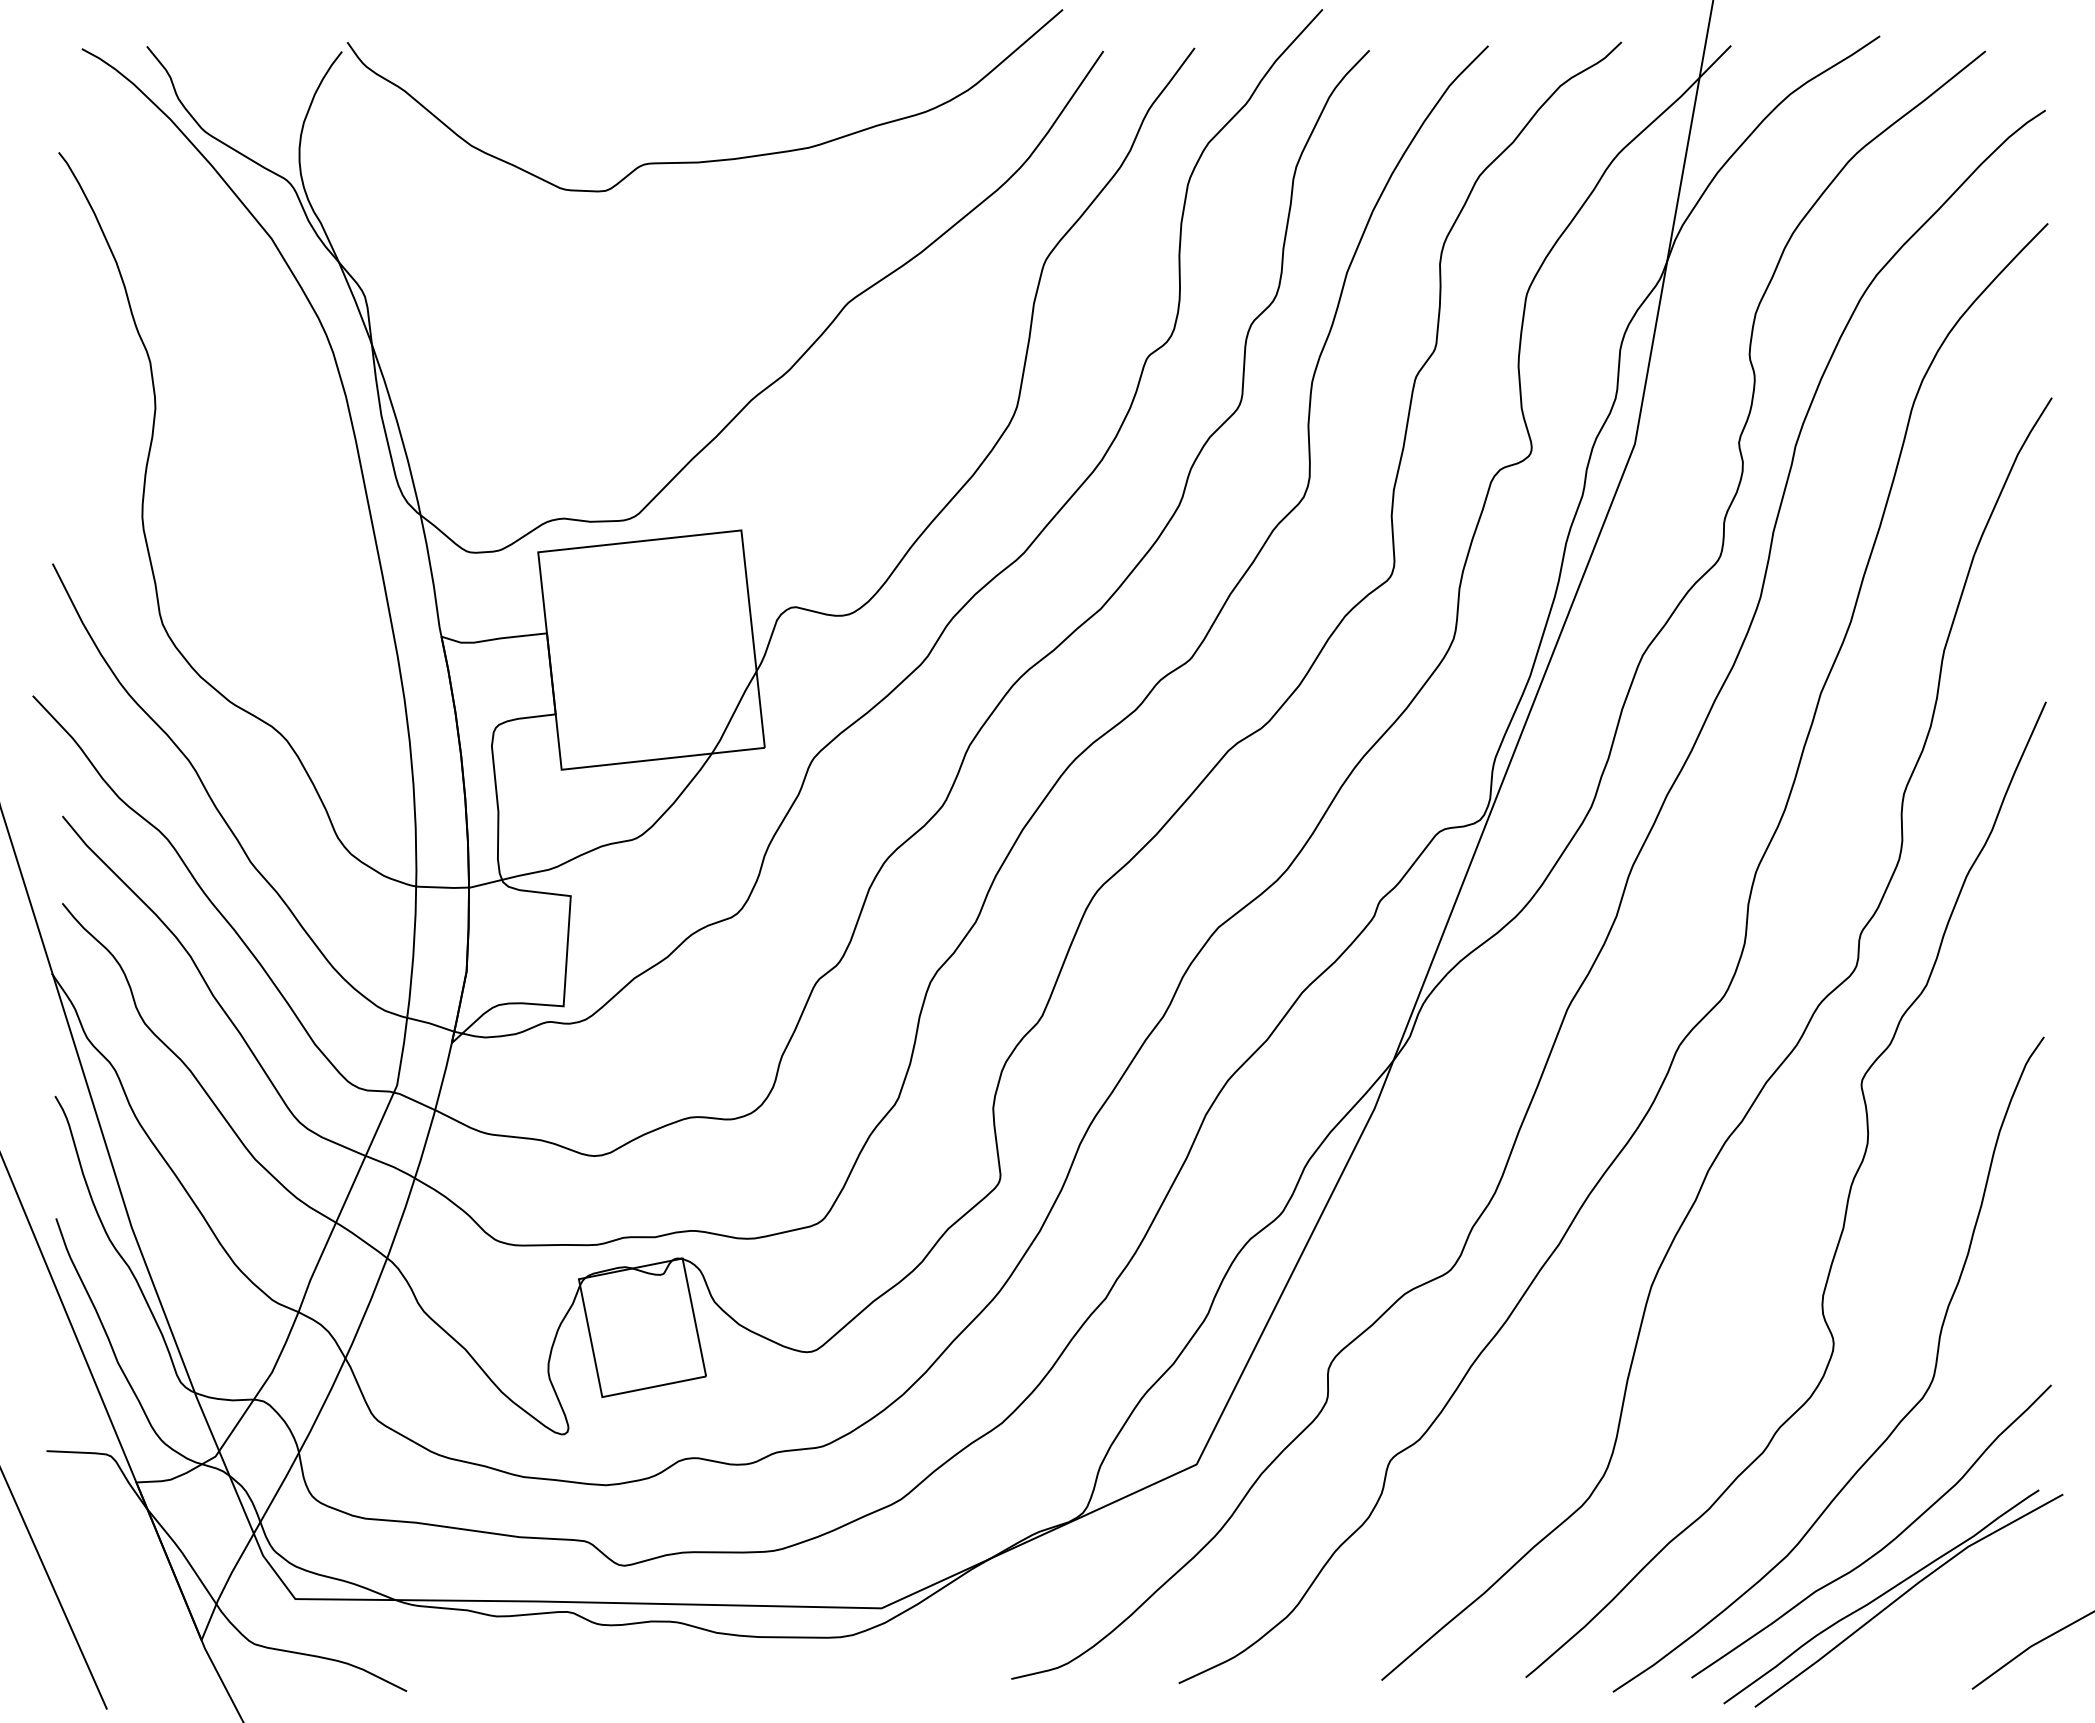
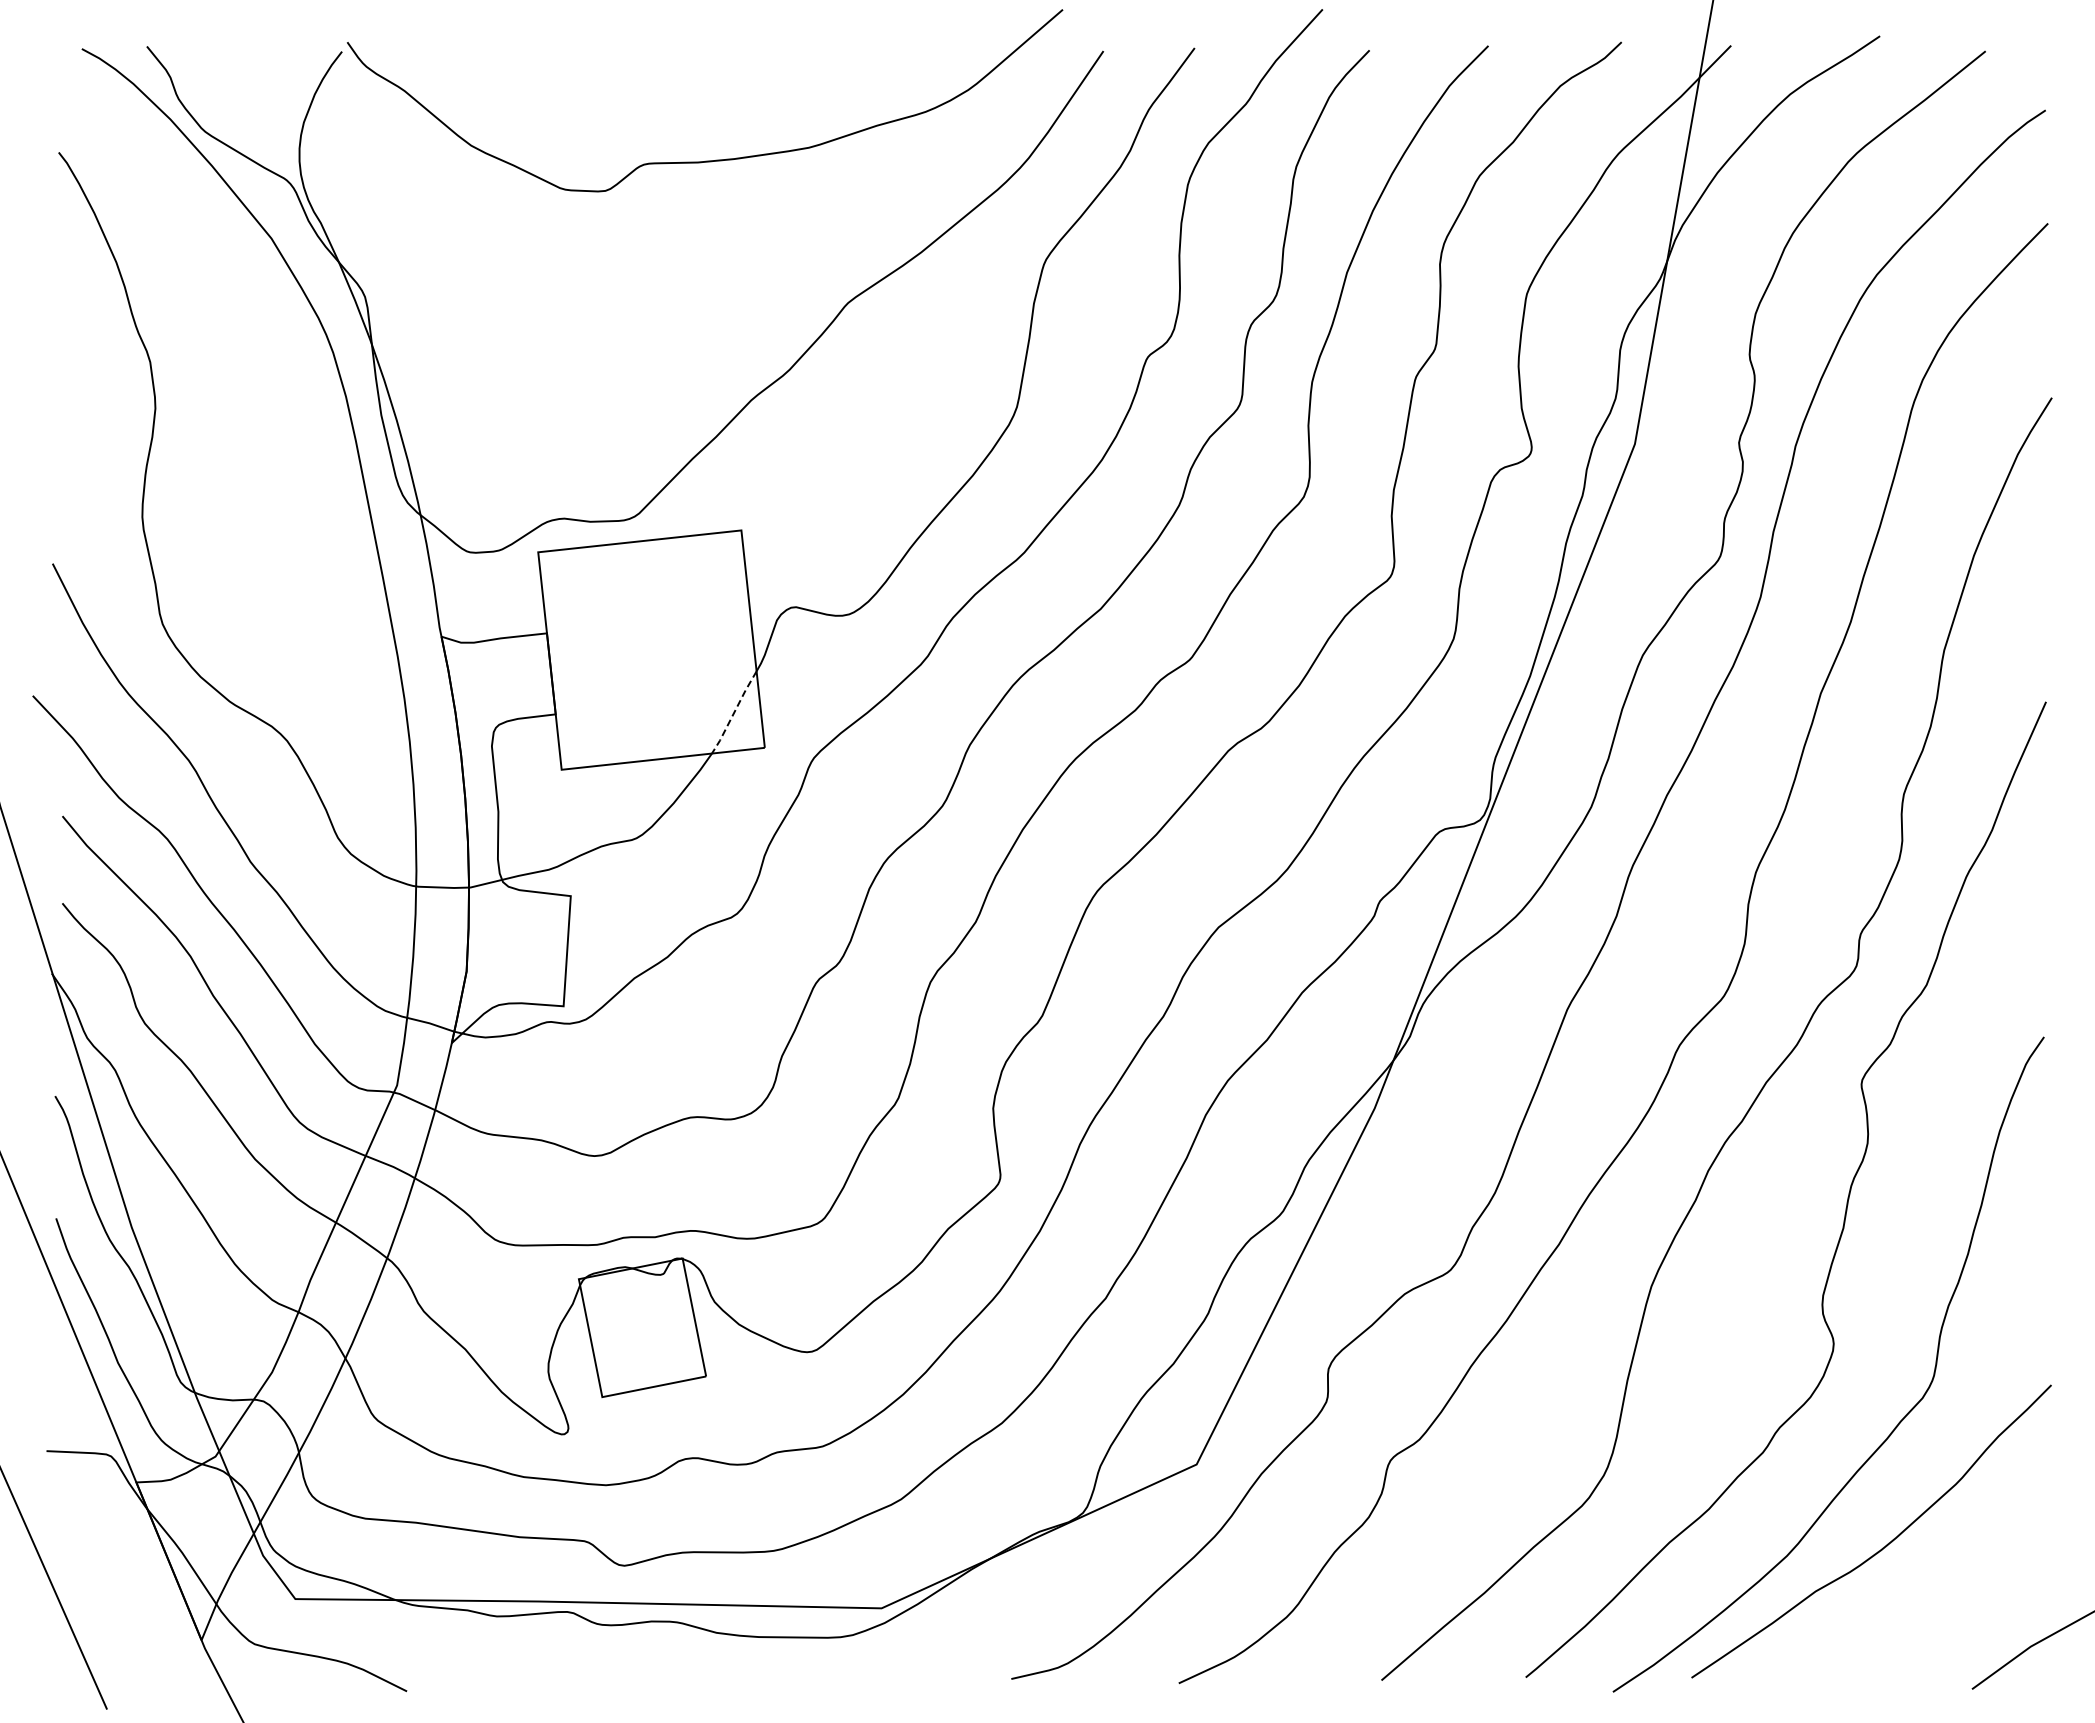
line at (734, 712): solid -> dashed
part at (1893, 1598): present -> none
